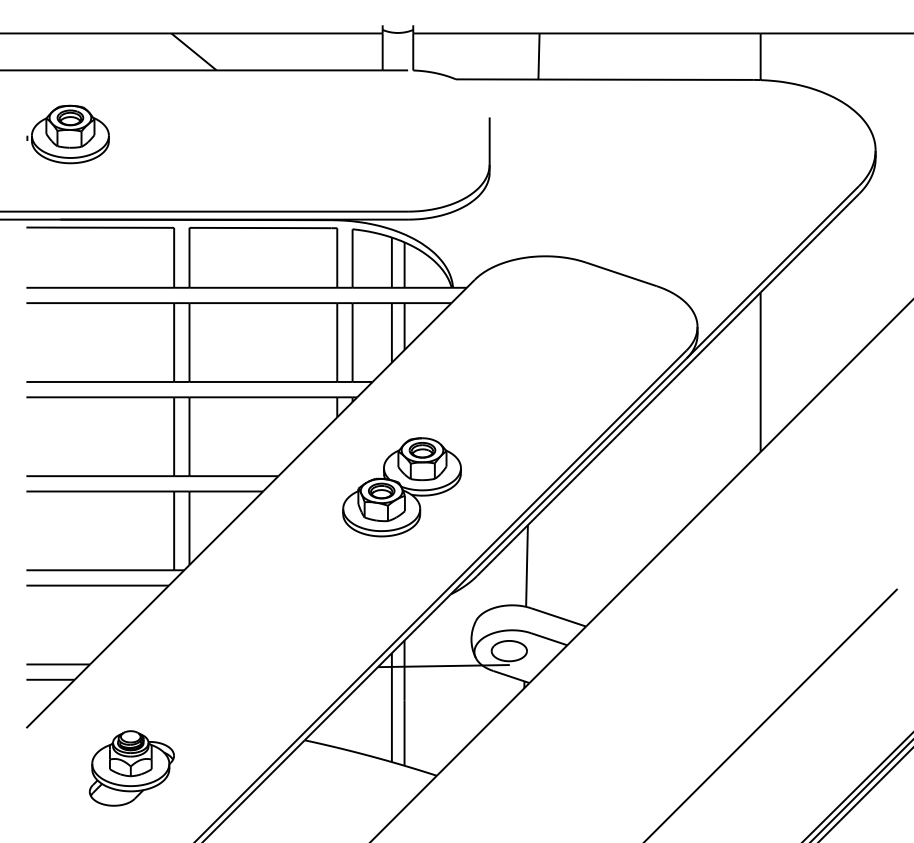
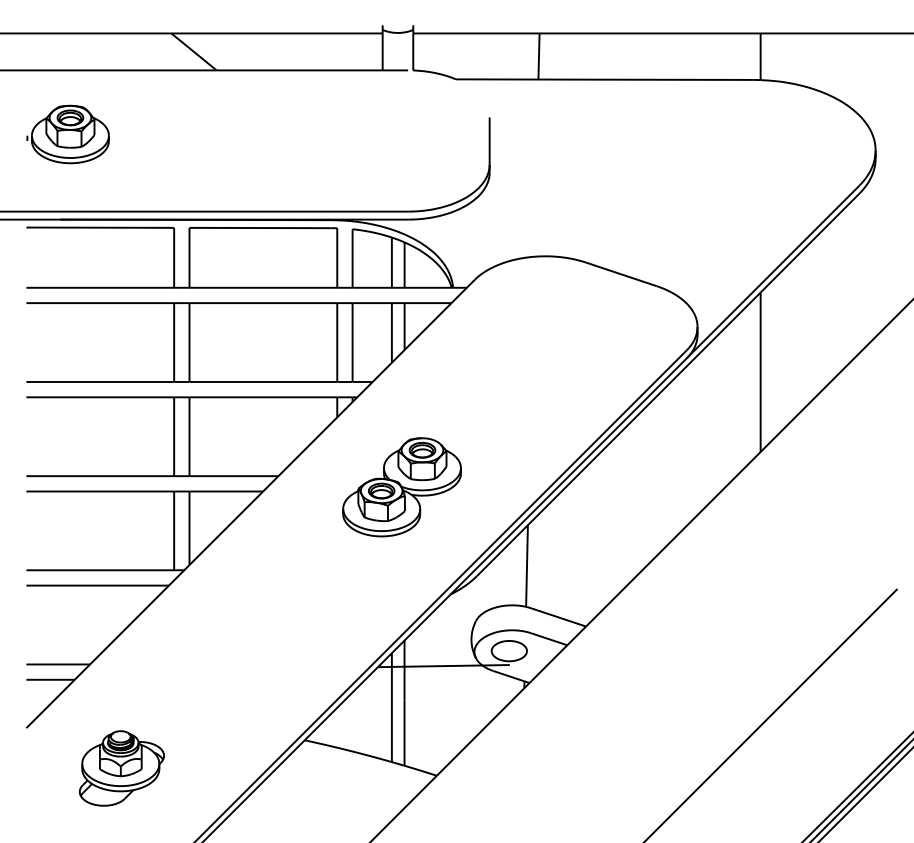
part at (131, 768) position: (131, 768) -> (121, 768)
